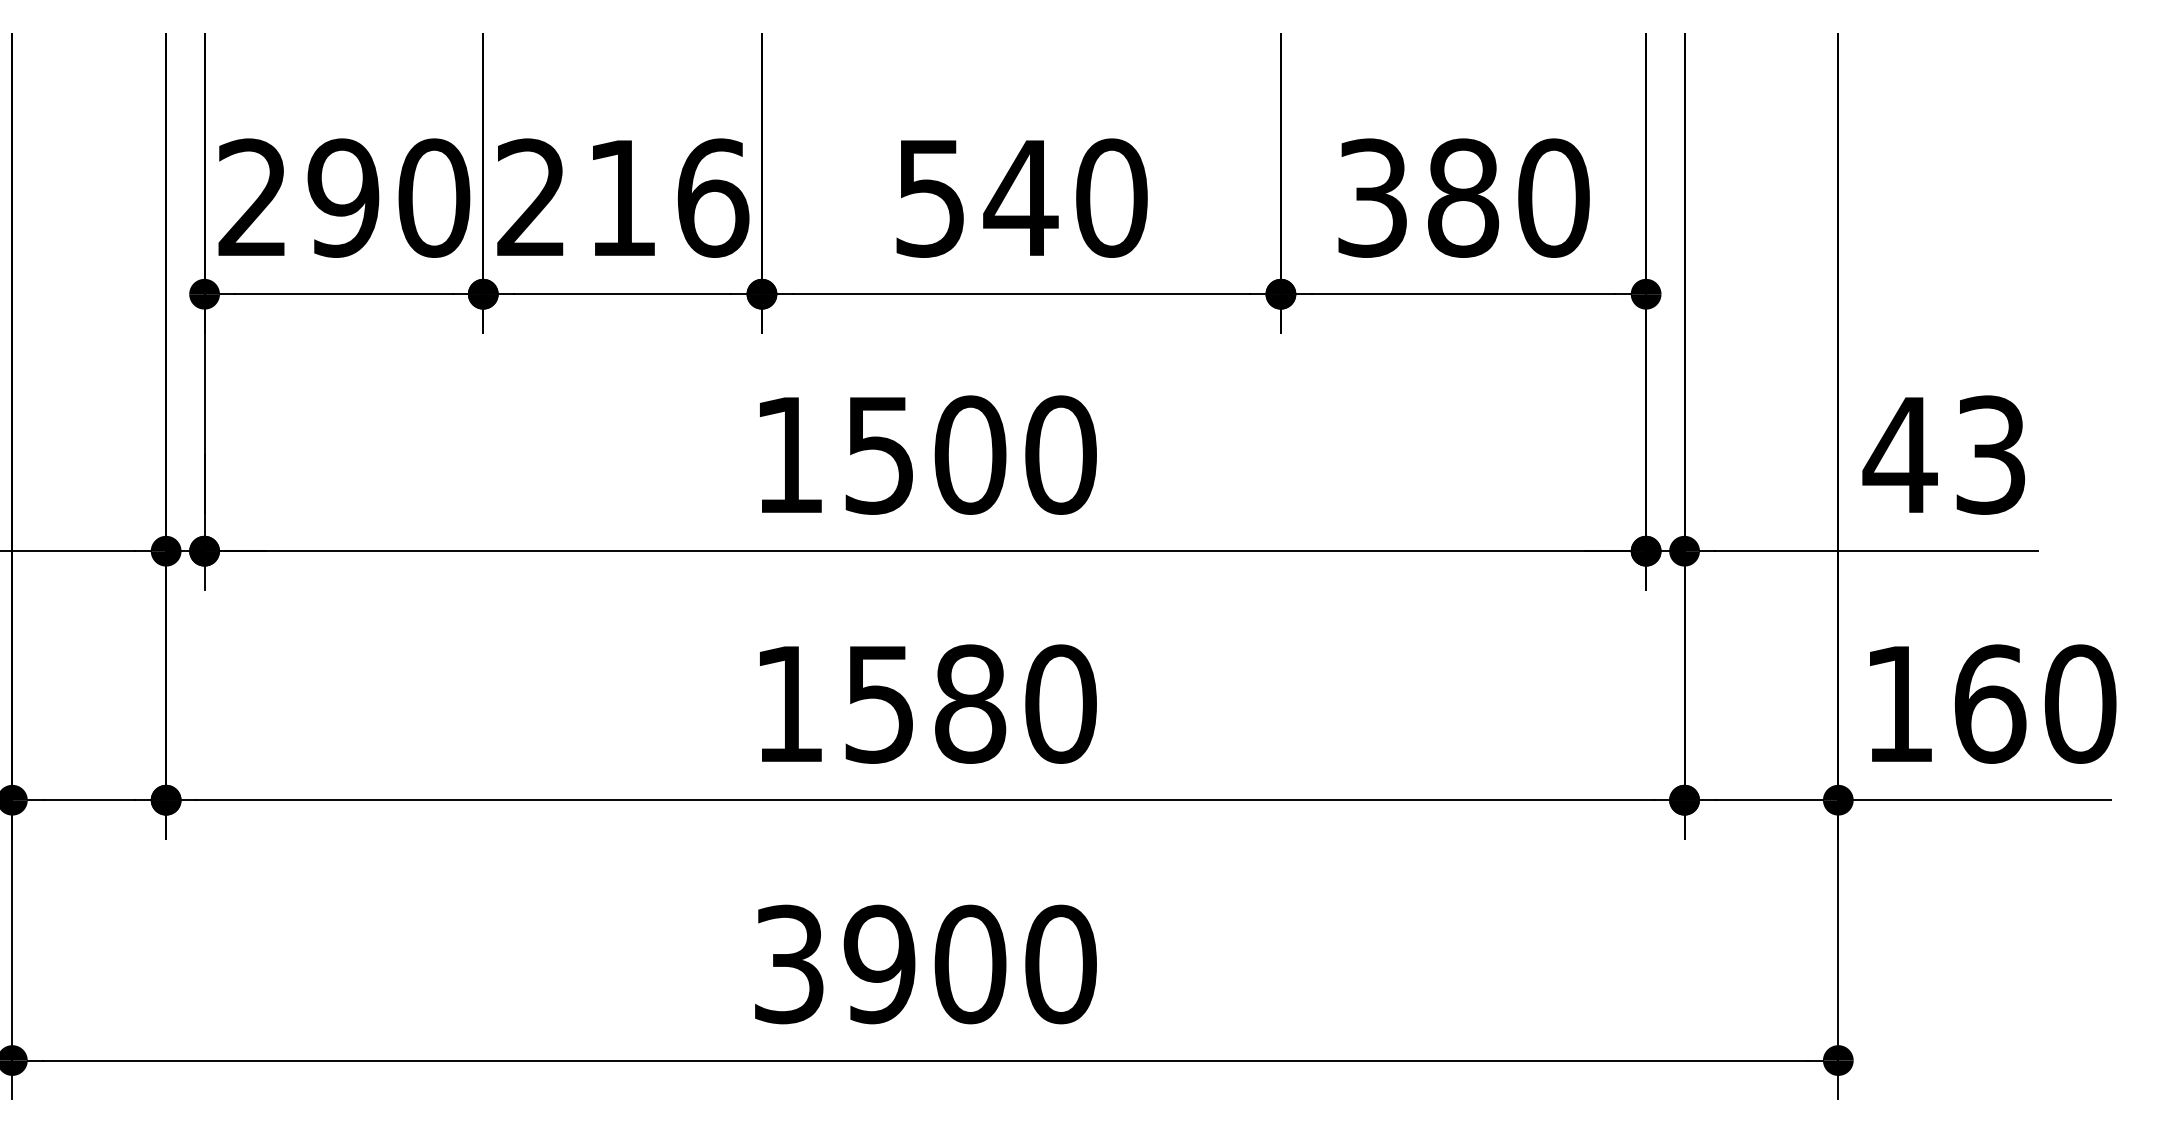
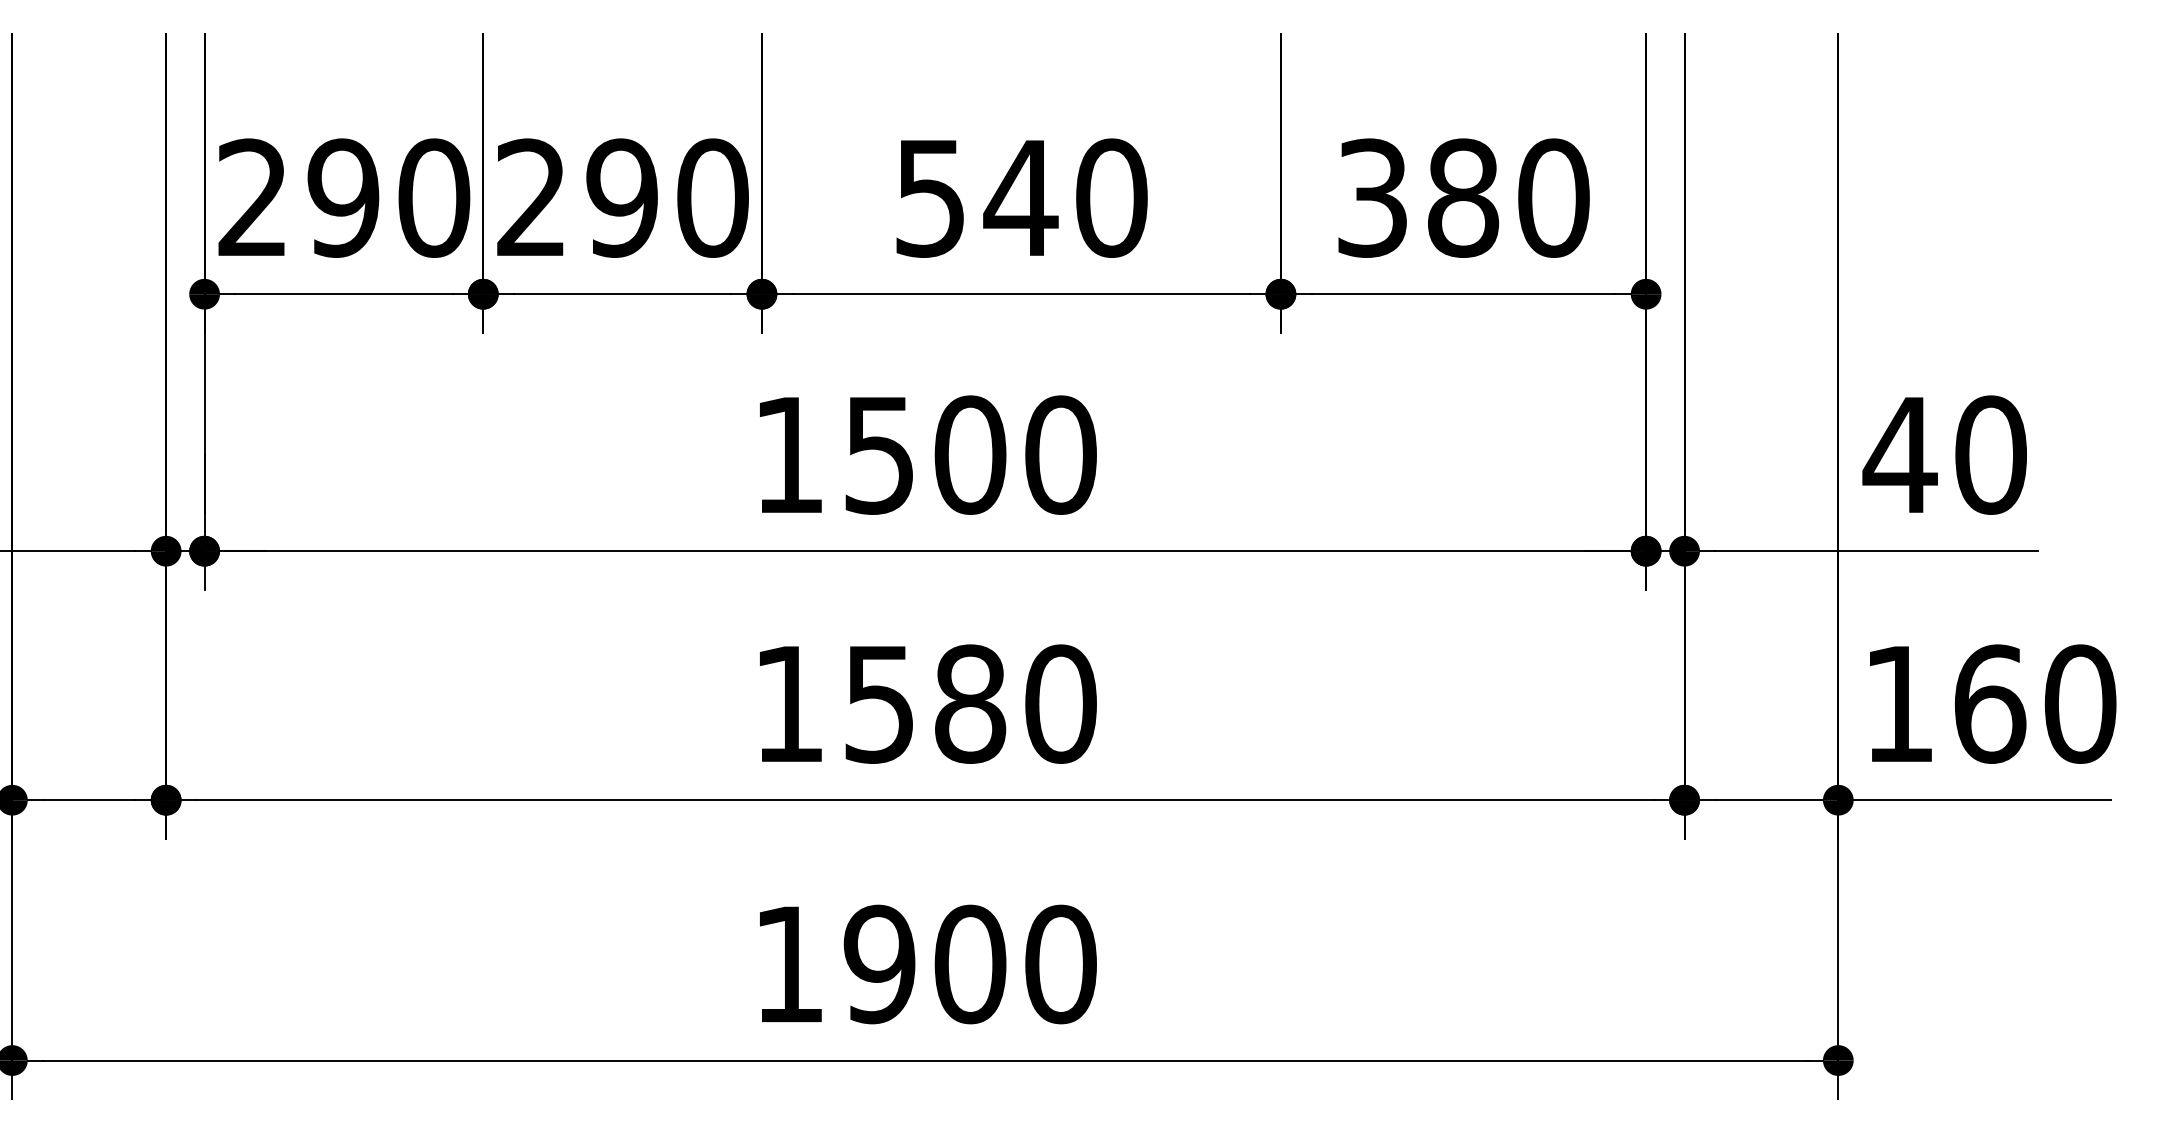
text at (667, 197): 216 -> 290
text at (1990, 454): 43 -> 40
text at (789, 964): 3900 -> 1900
